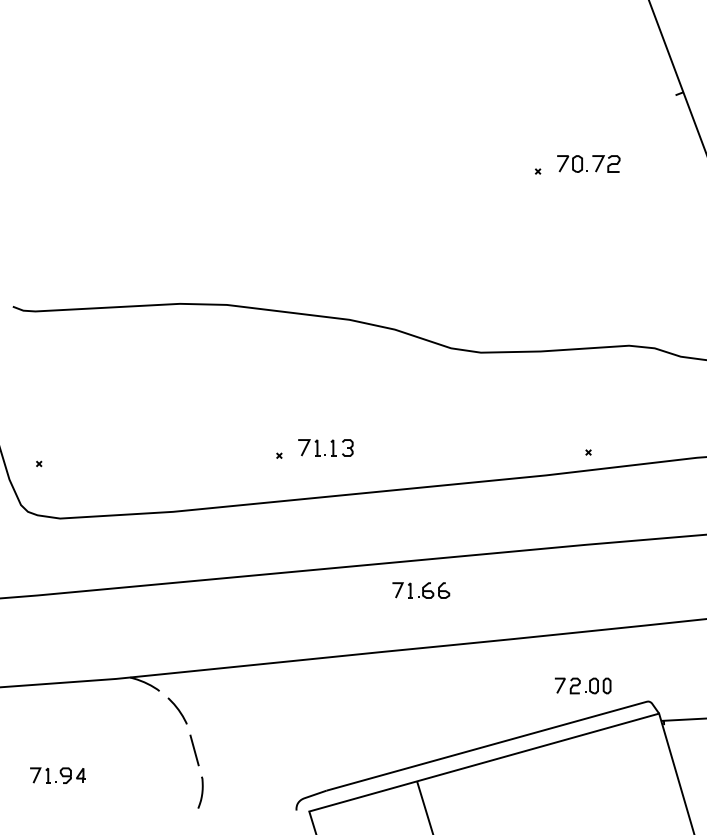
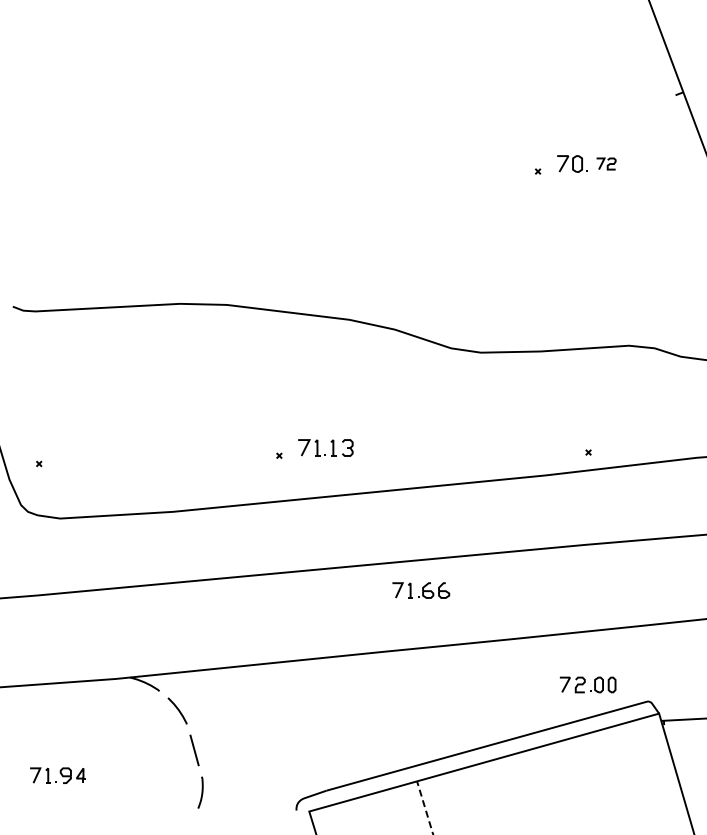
part at (606, 163) size: 29x18 px -> 21x14 px
part at (582, 685) position: (582, 685) -> (587, 684)
line at (425, 808): solid -> dashed
